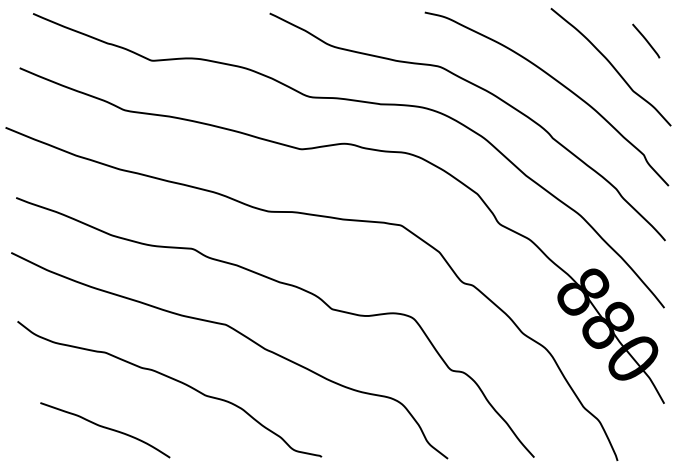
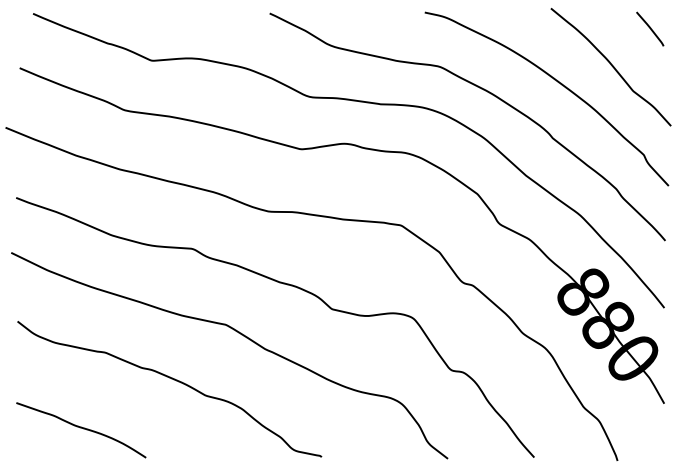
line at (646, 40) position: (646, 40) -> (650, 28)
curve at (105, 428) position: (105, 428) -> (81, 428)
